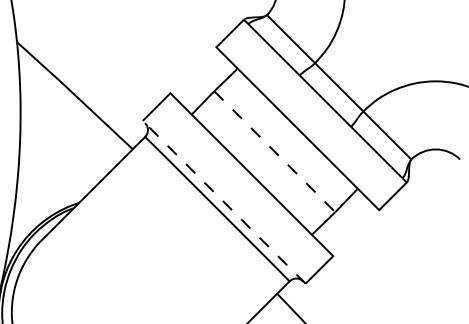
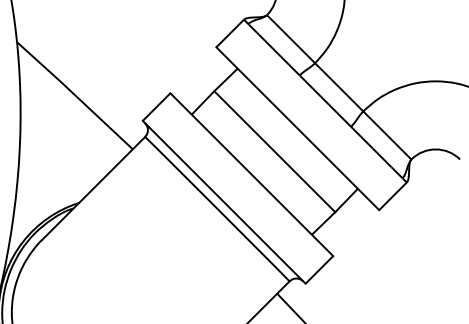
line at (274, 151): dashed -> solid
line at (223, 201): dashed -> solid
